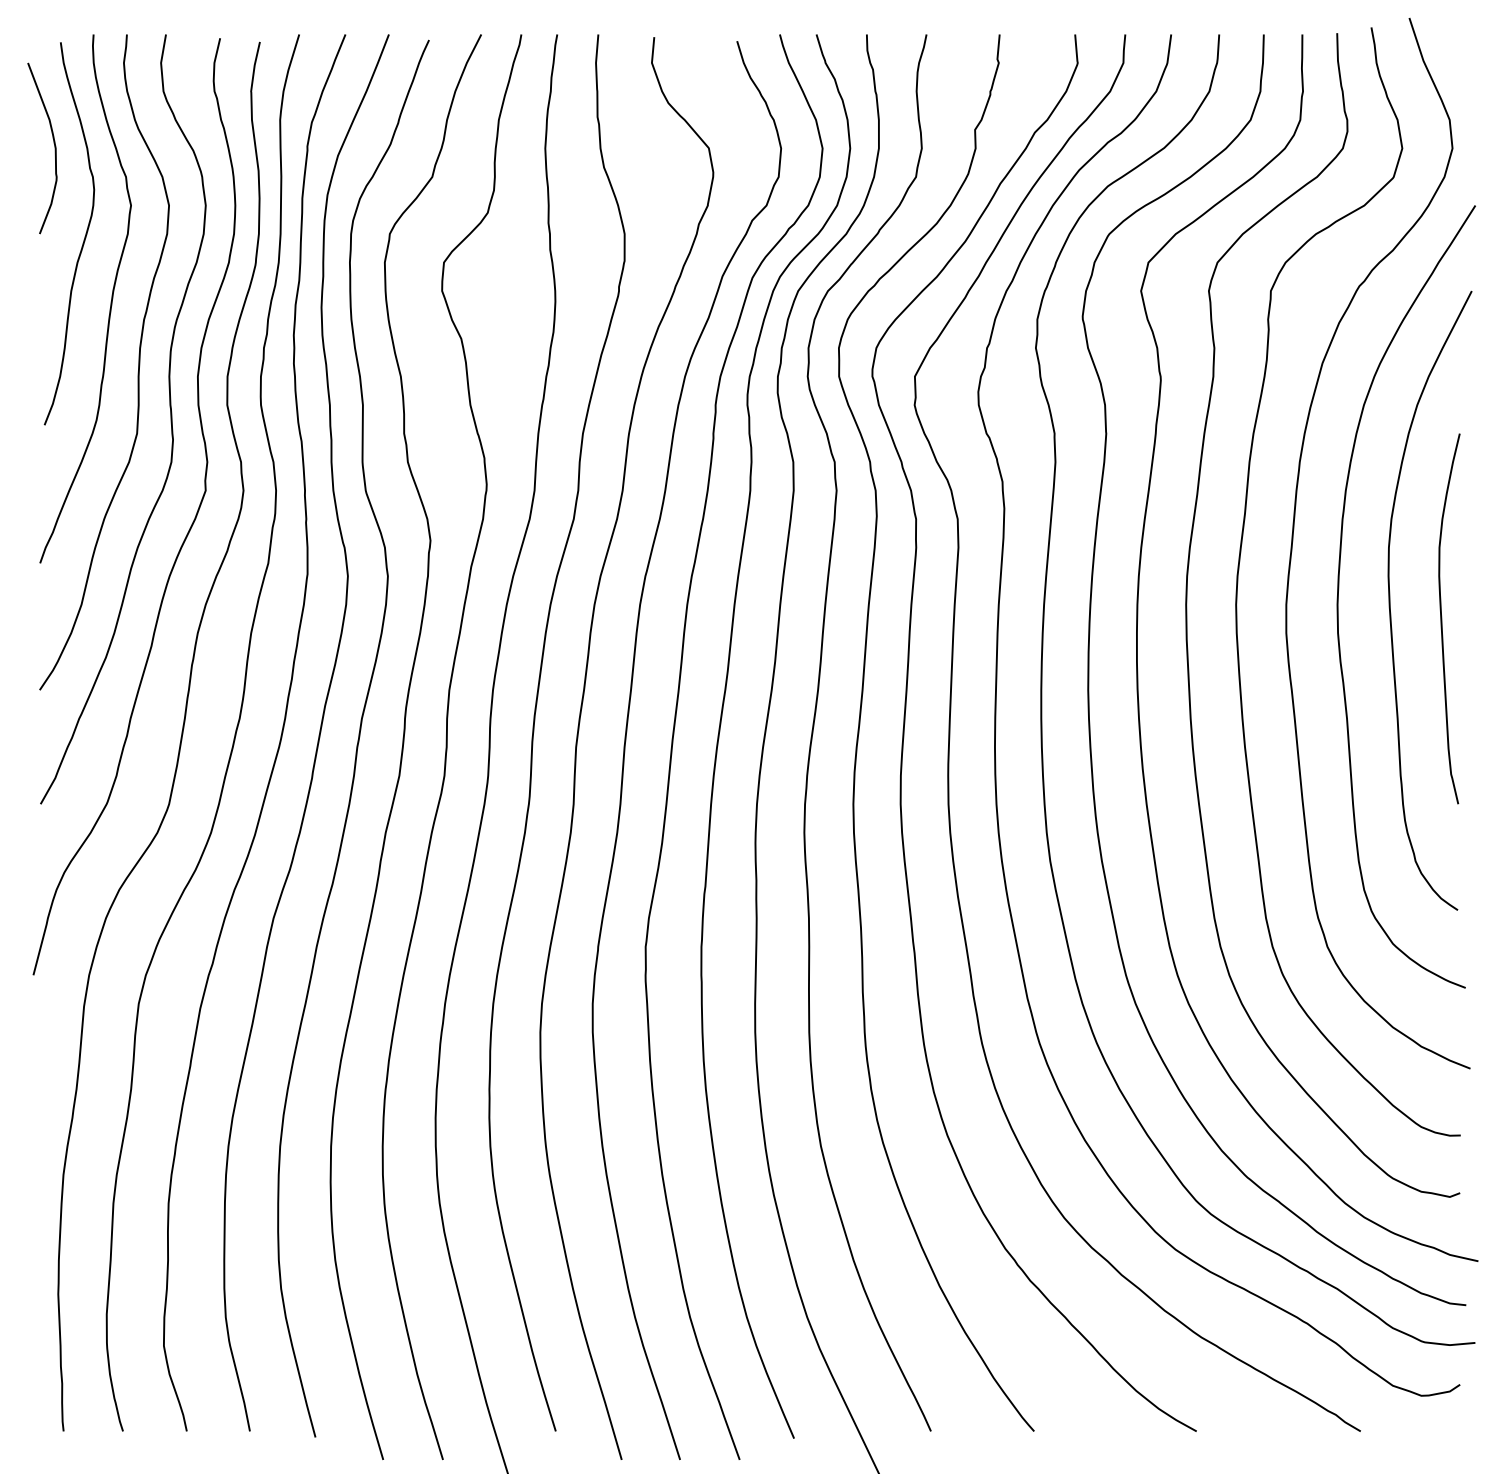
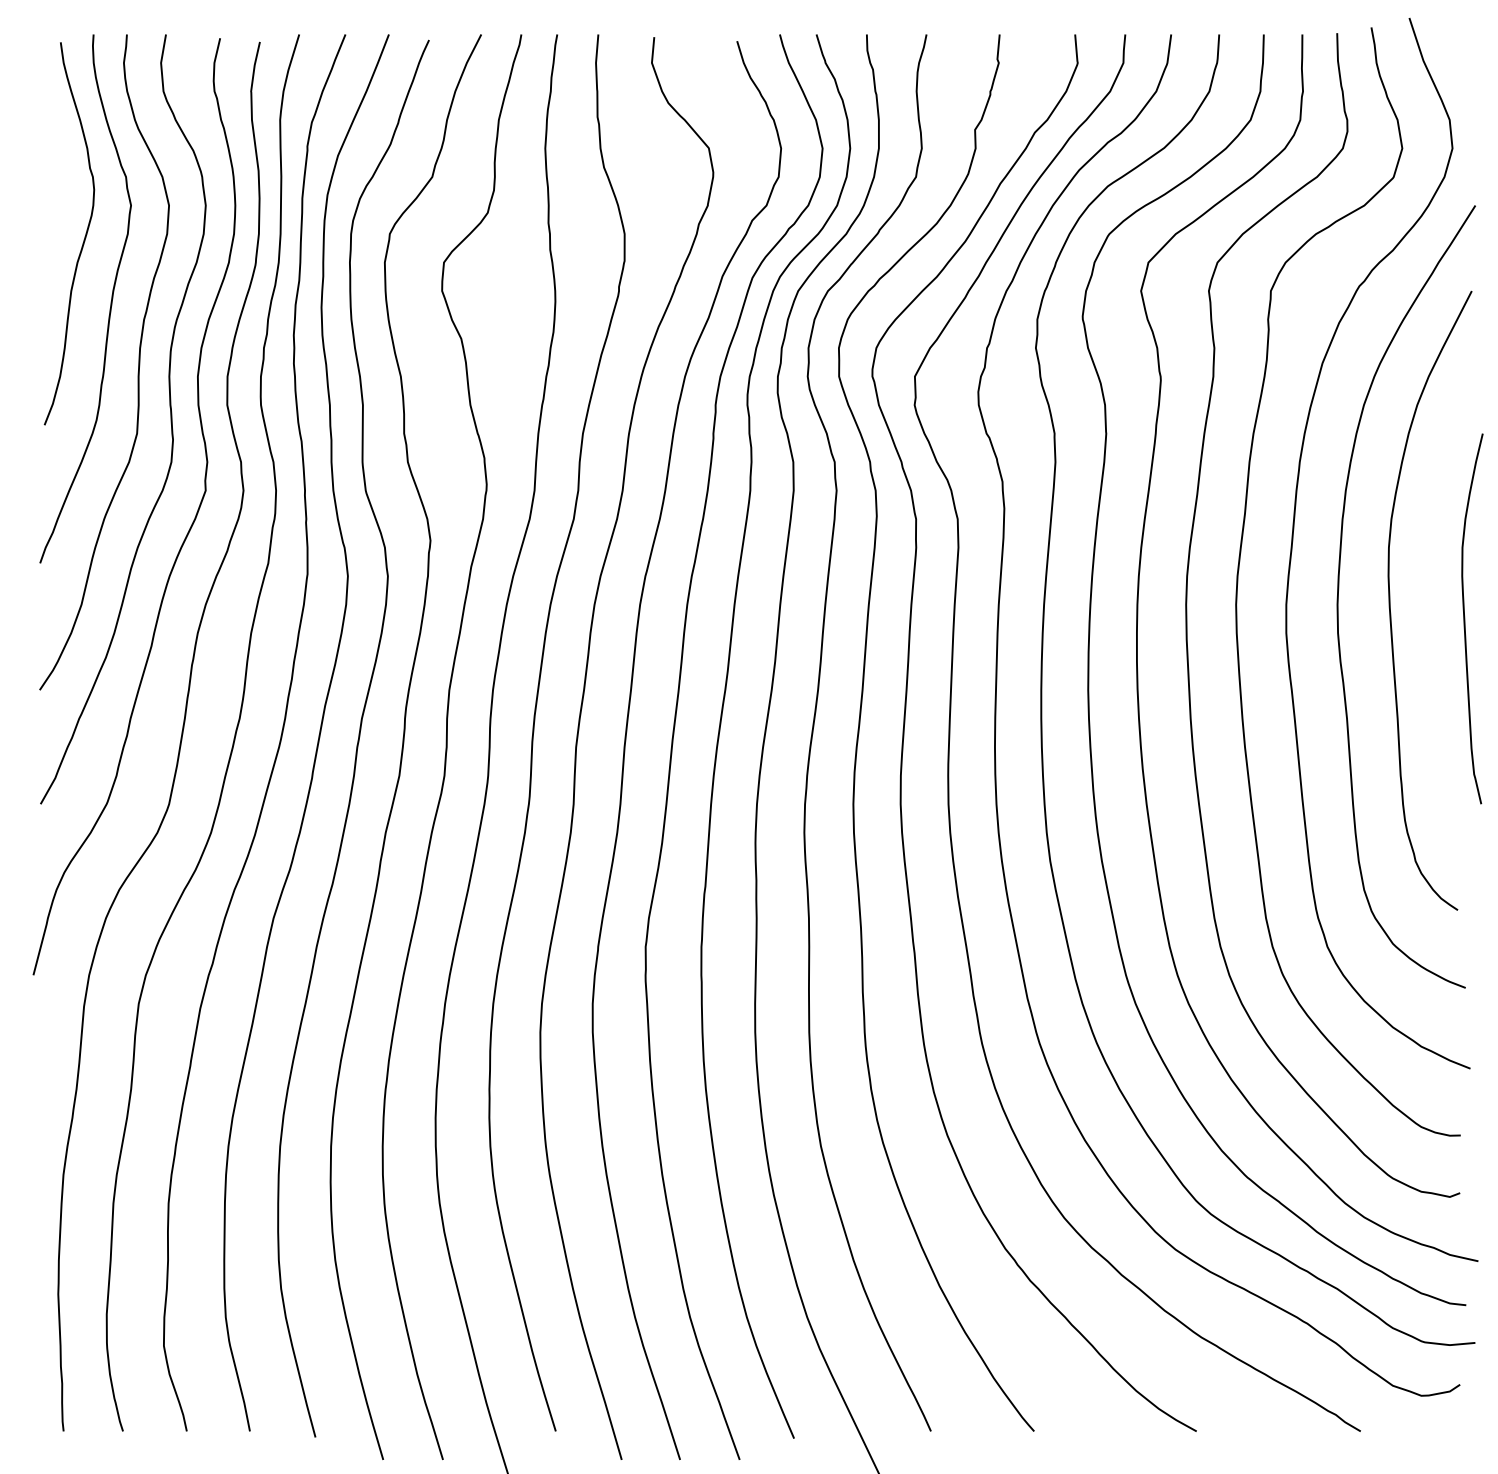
curve at (54, 148): present -> none
curve at (1442, 618) position: (1442, 618) -> (1465, 618)
